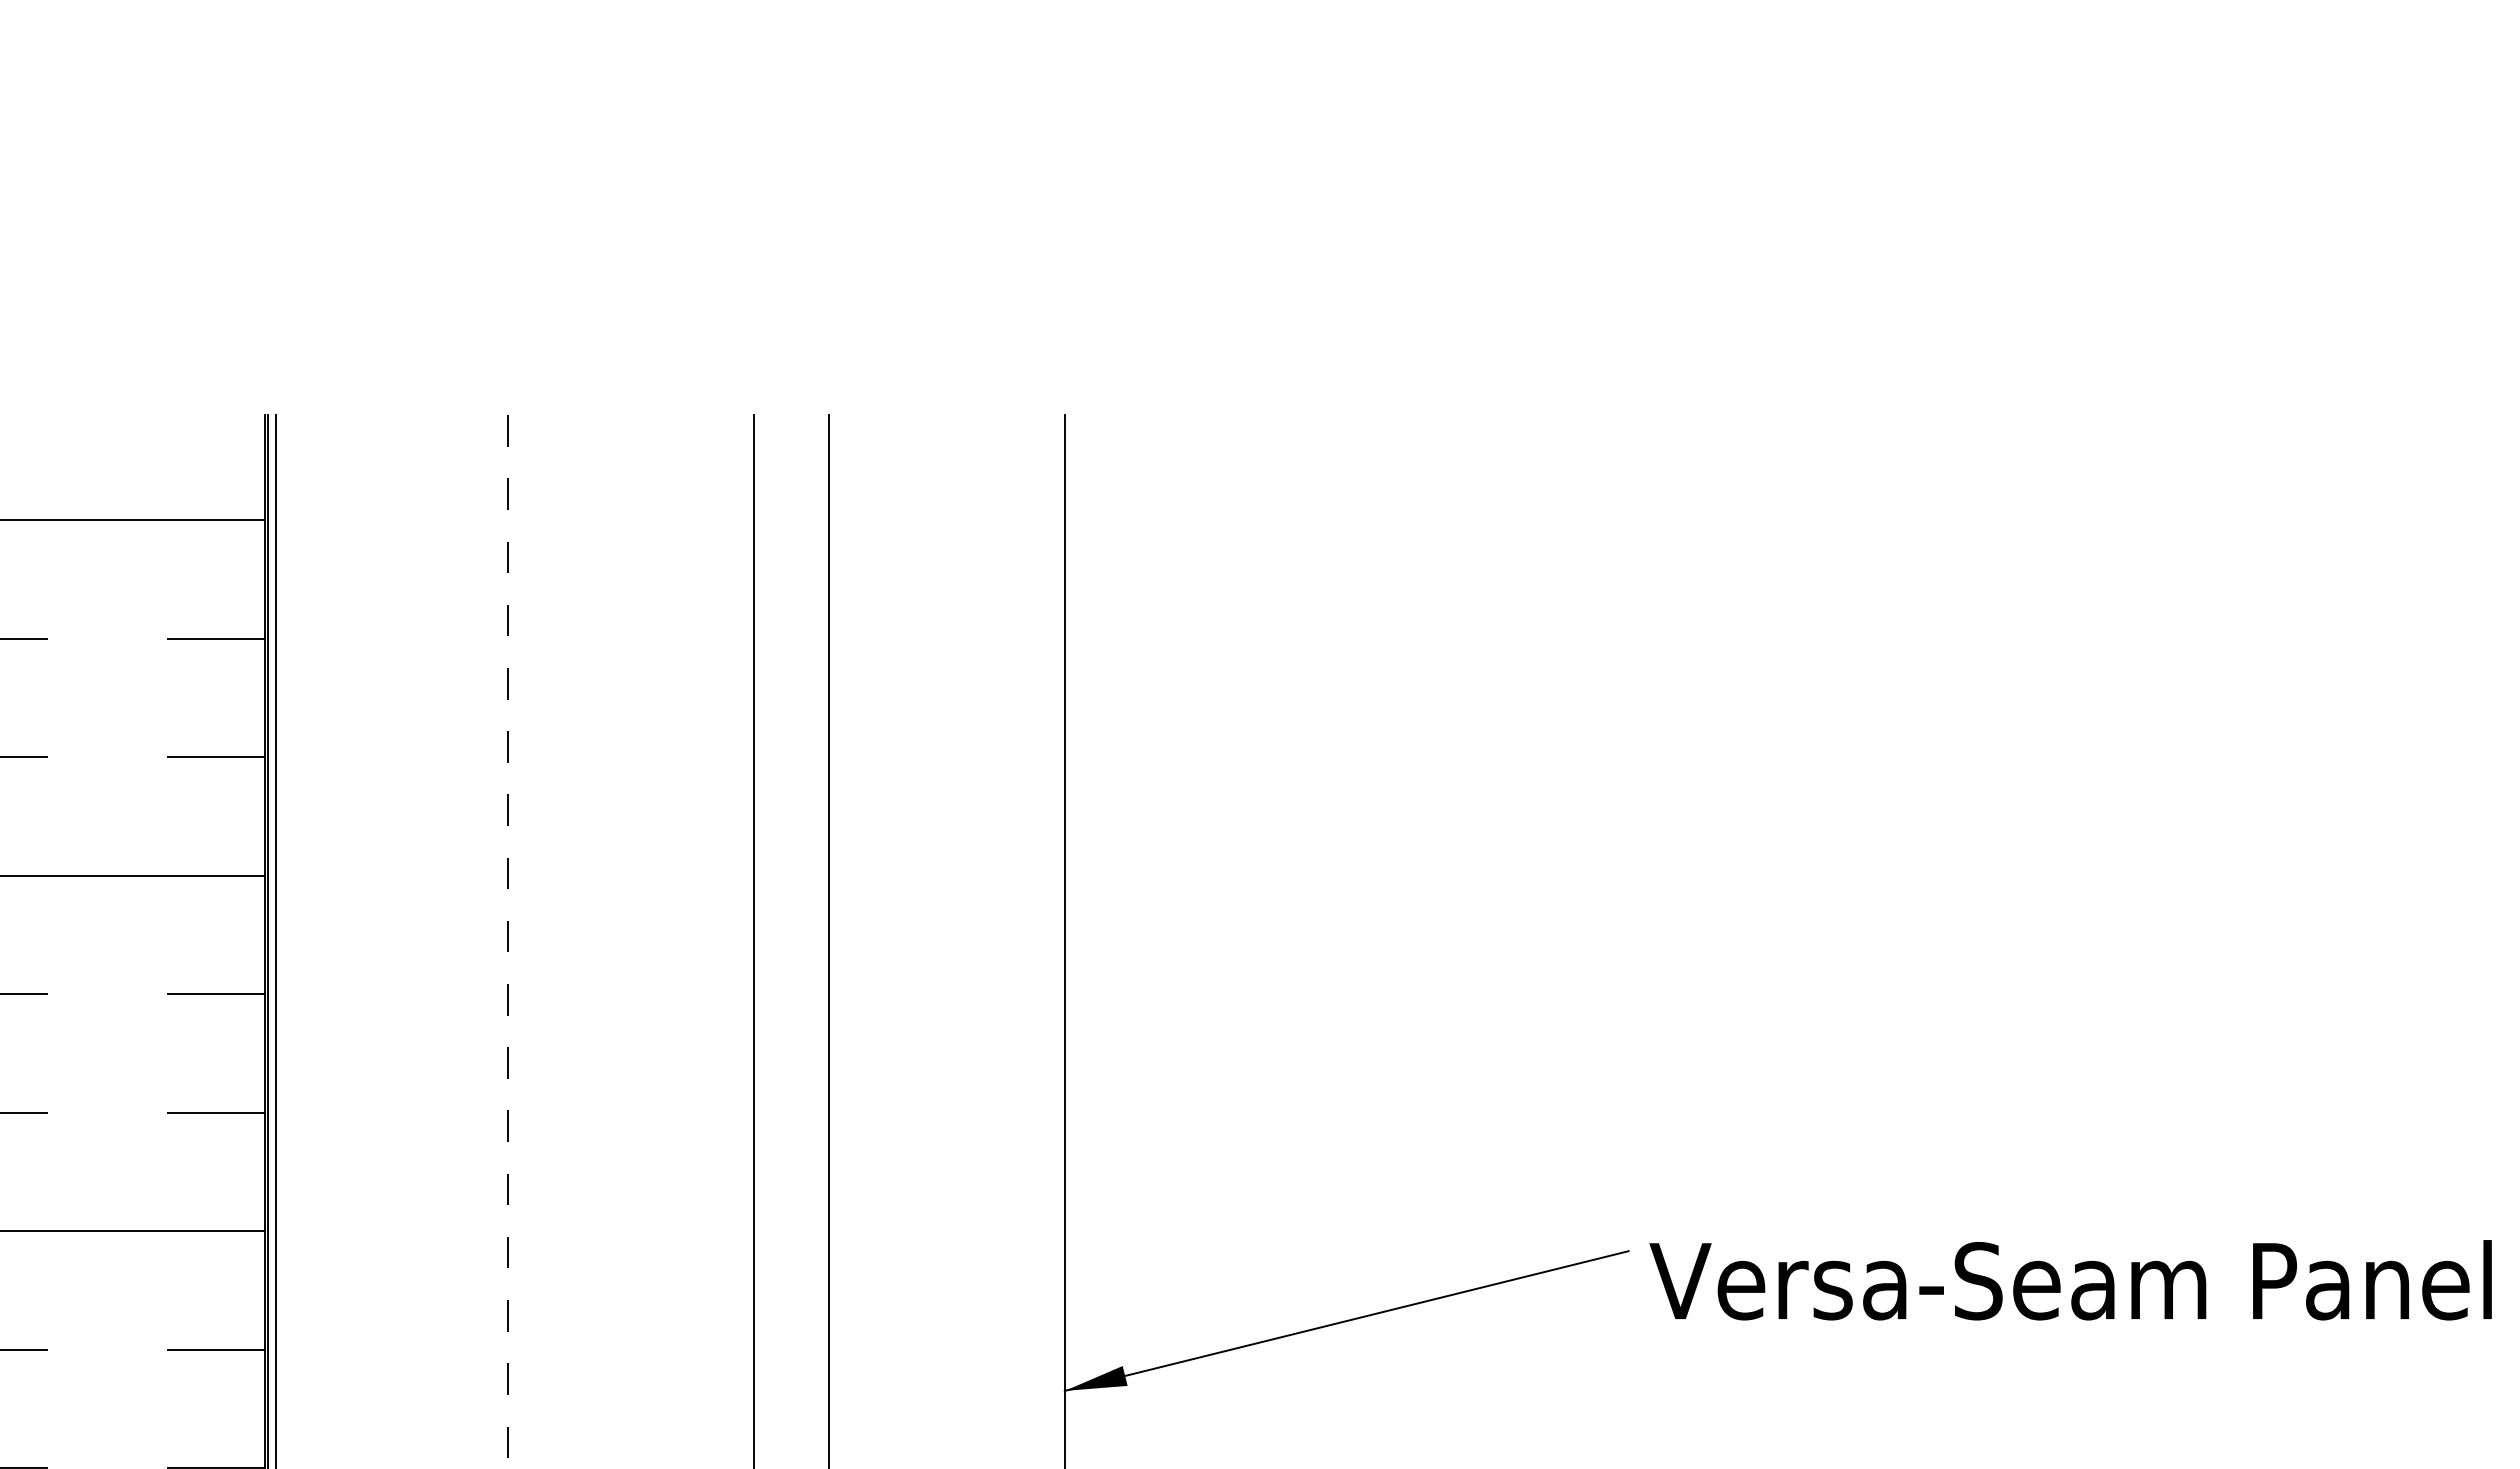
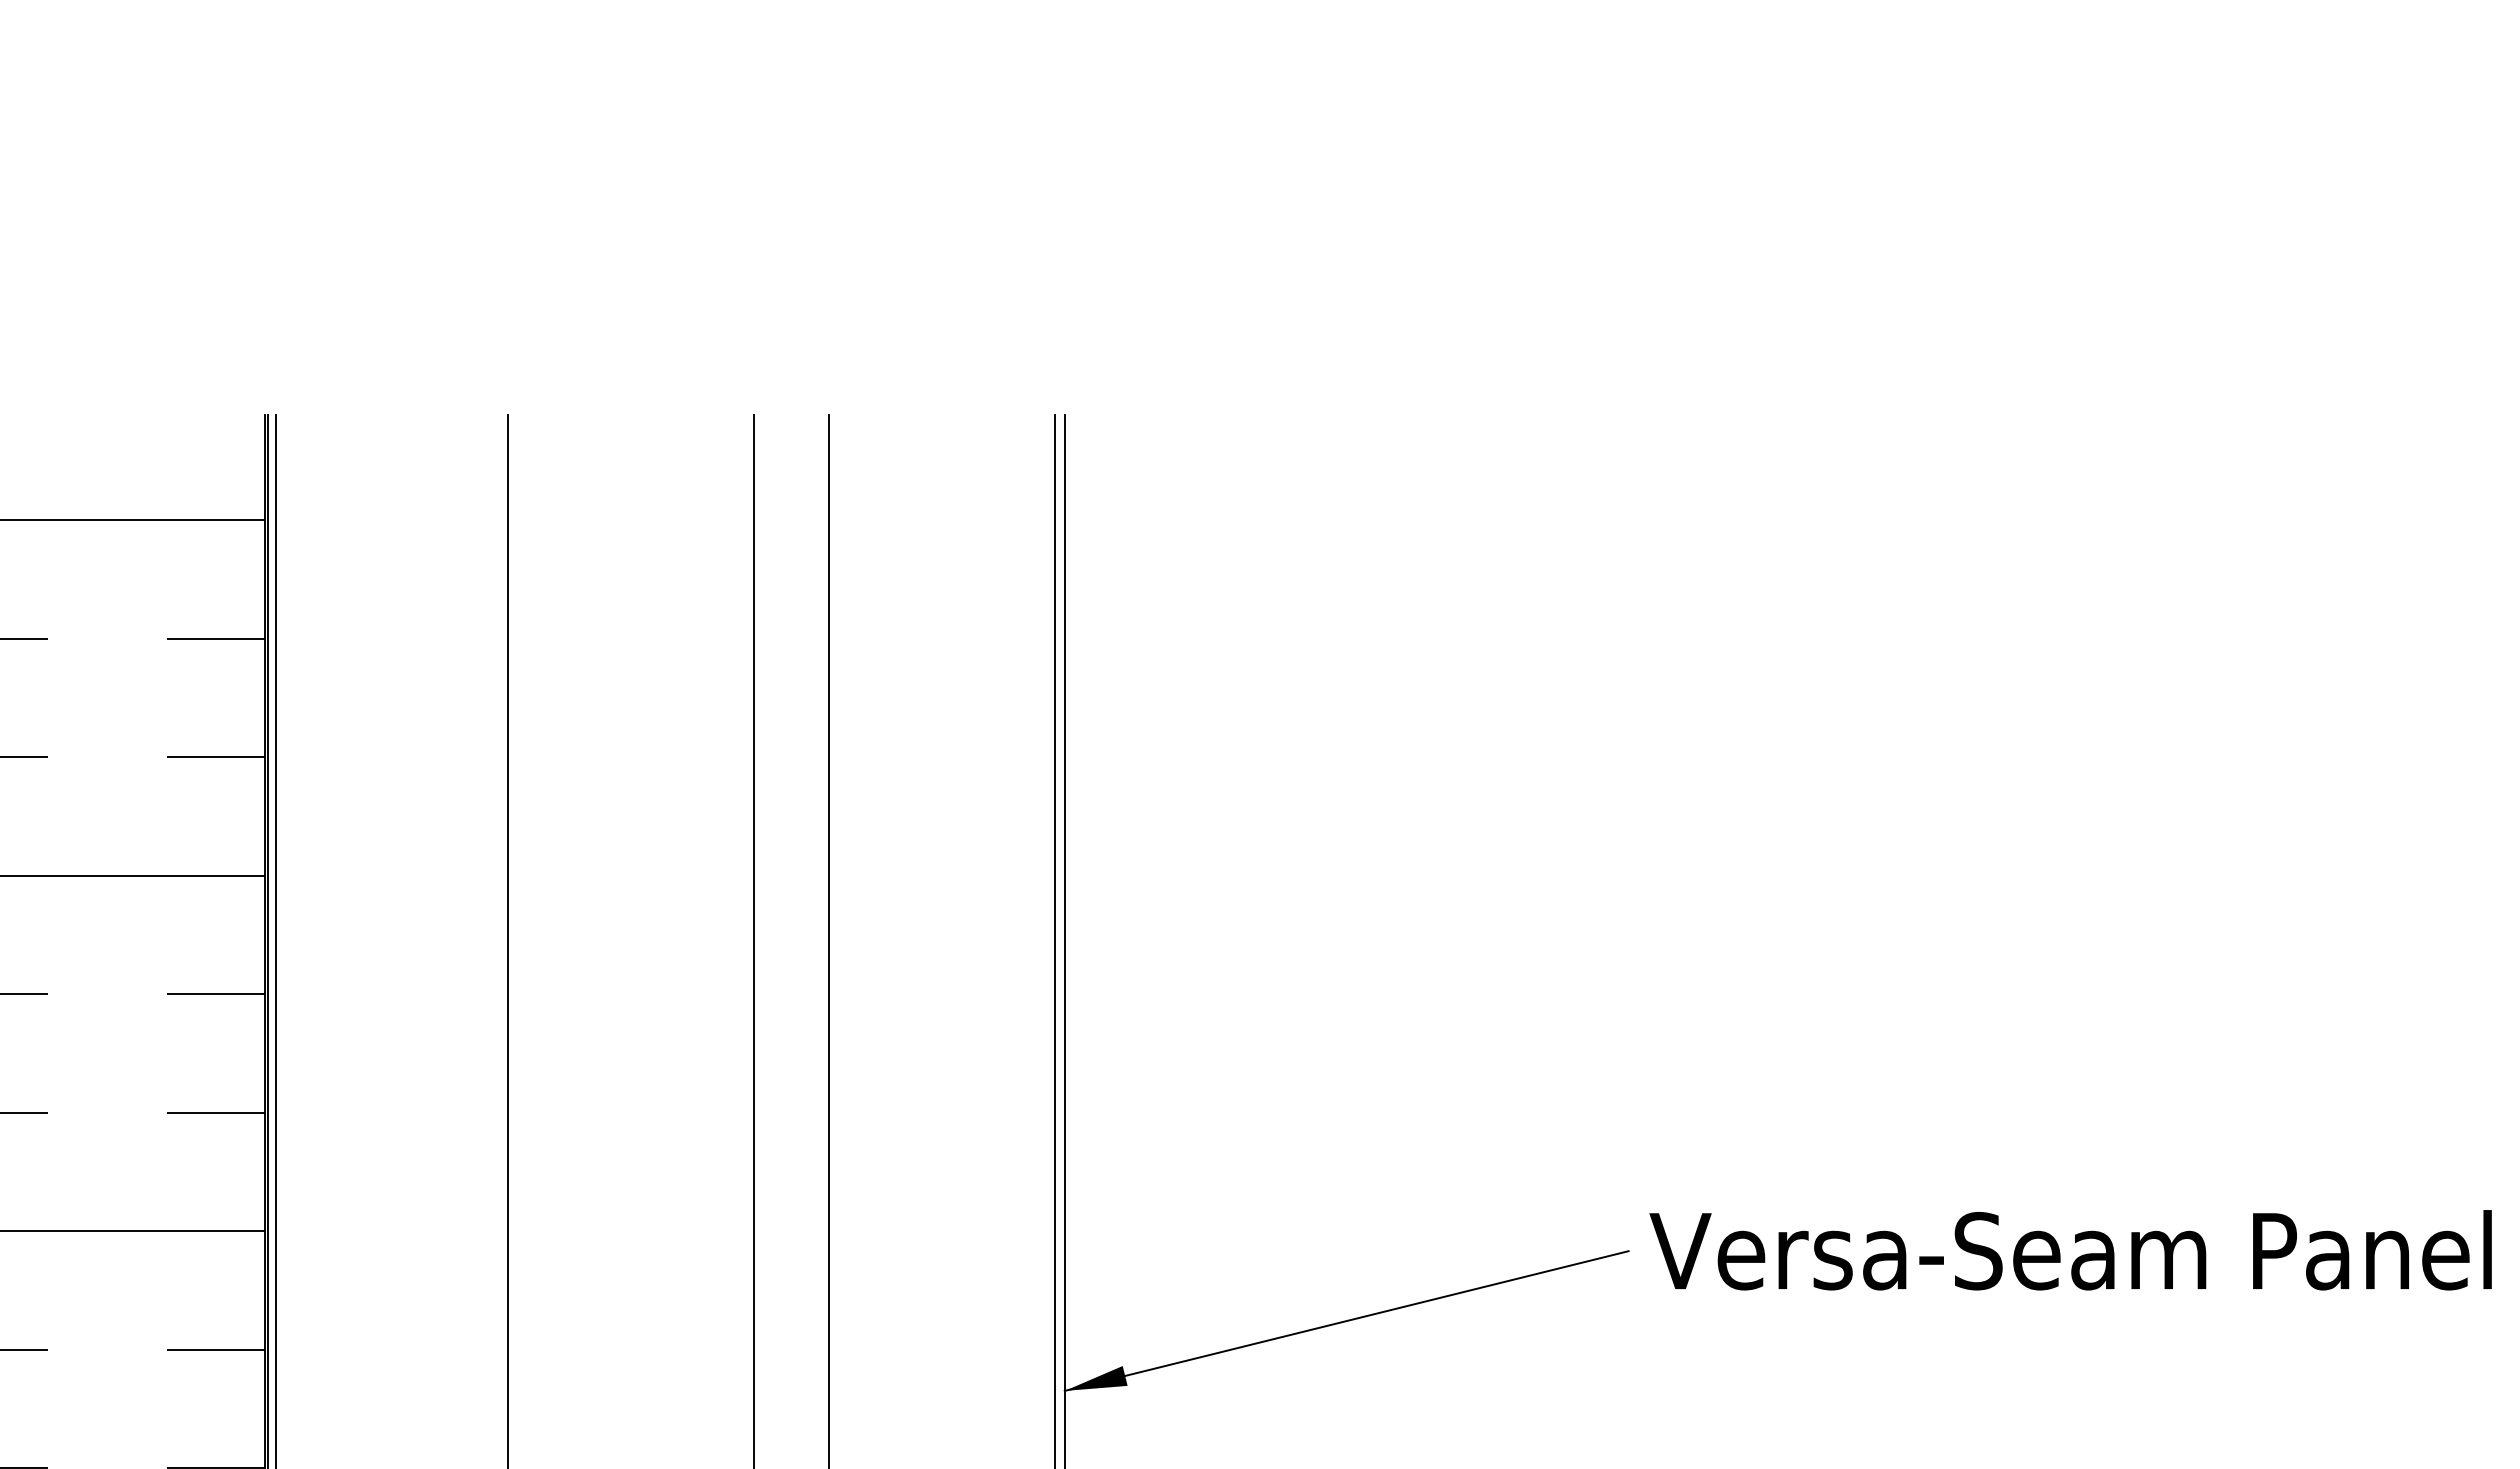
line at (1054, 940): none -> present
line at (507, 942): dashed -> solid
text at (2070, 1280) position: (2070, 1280) -> (2070, 1250)
